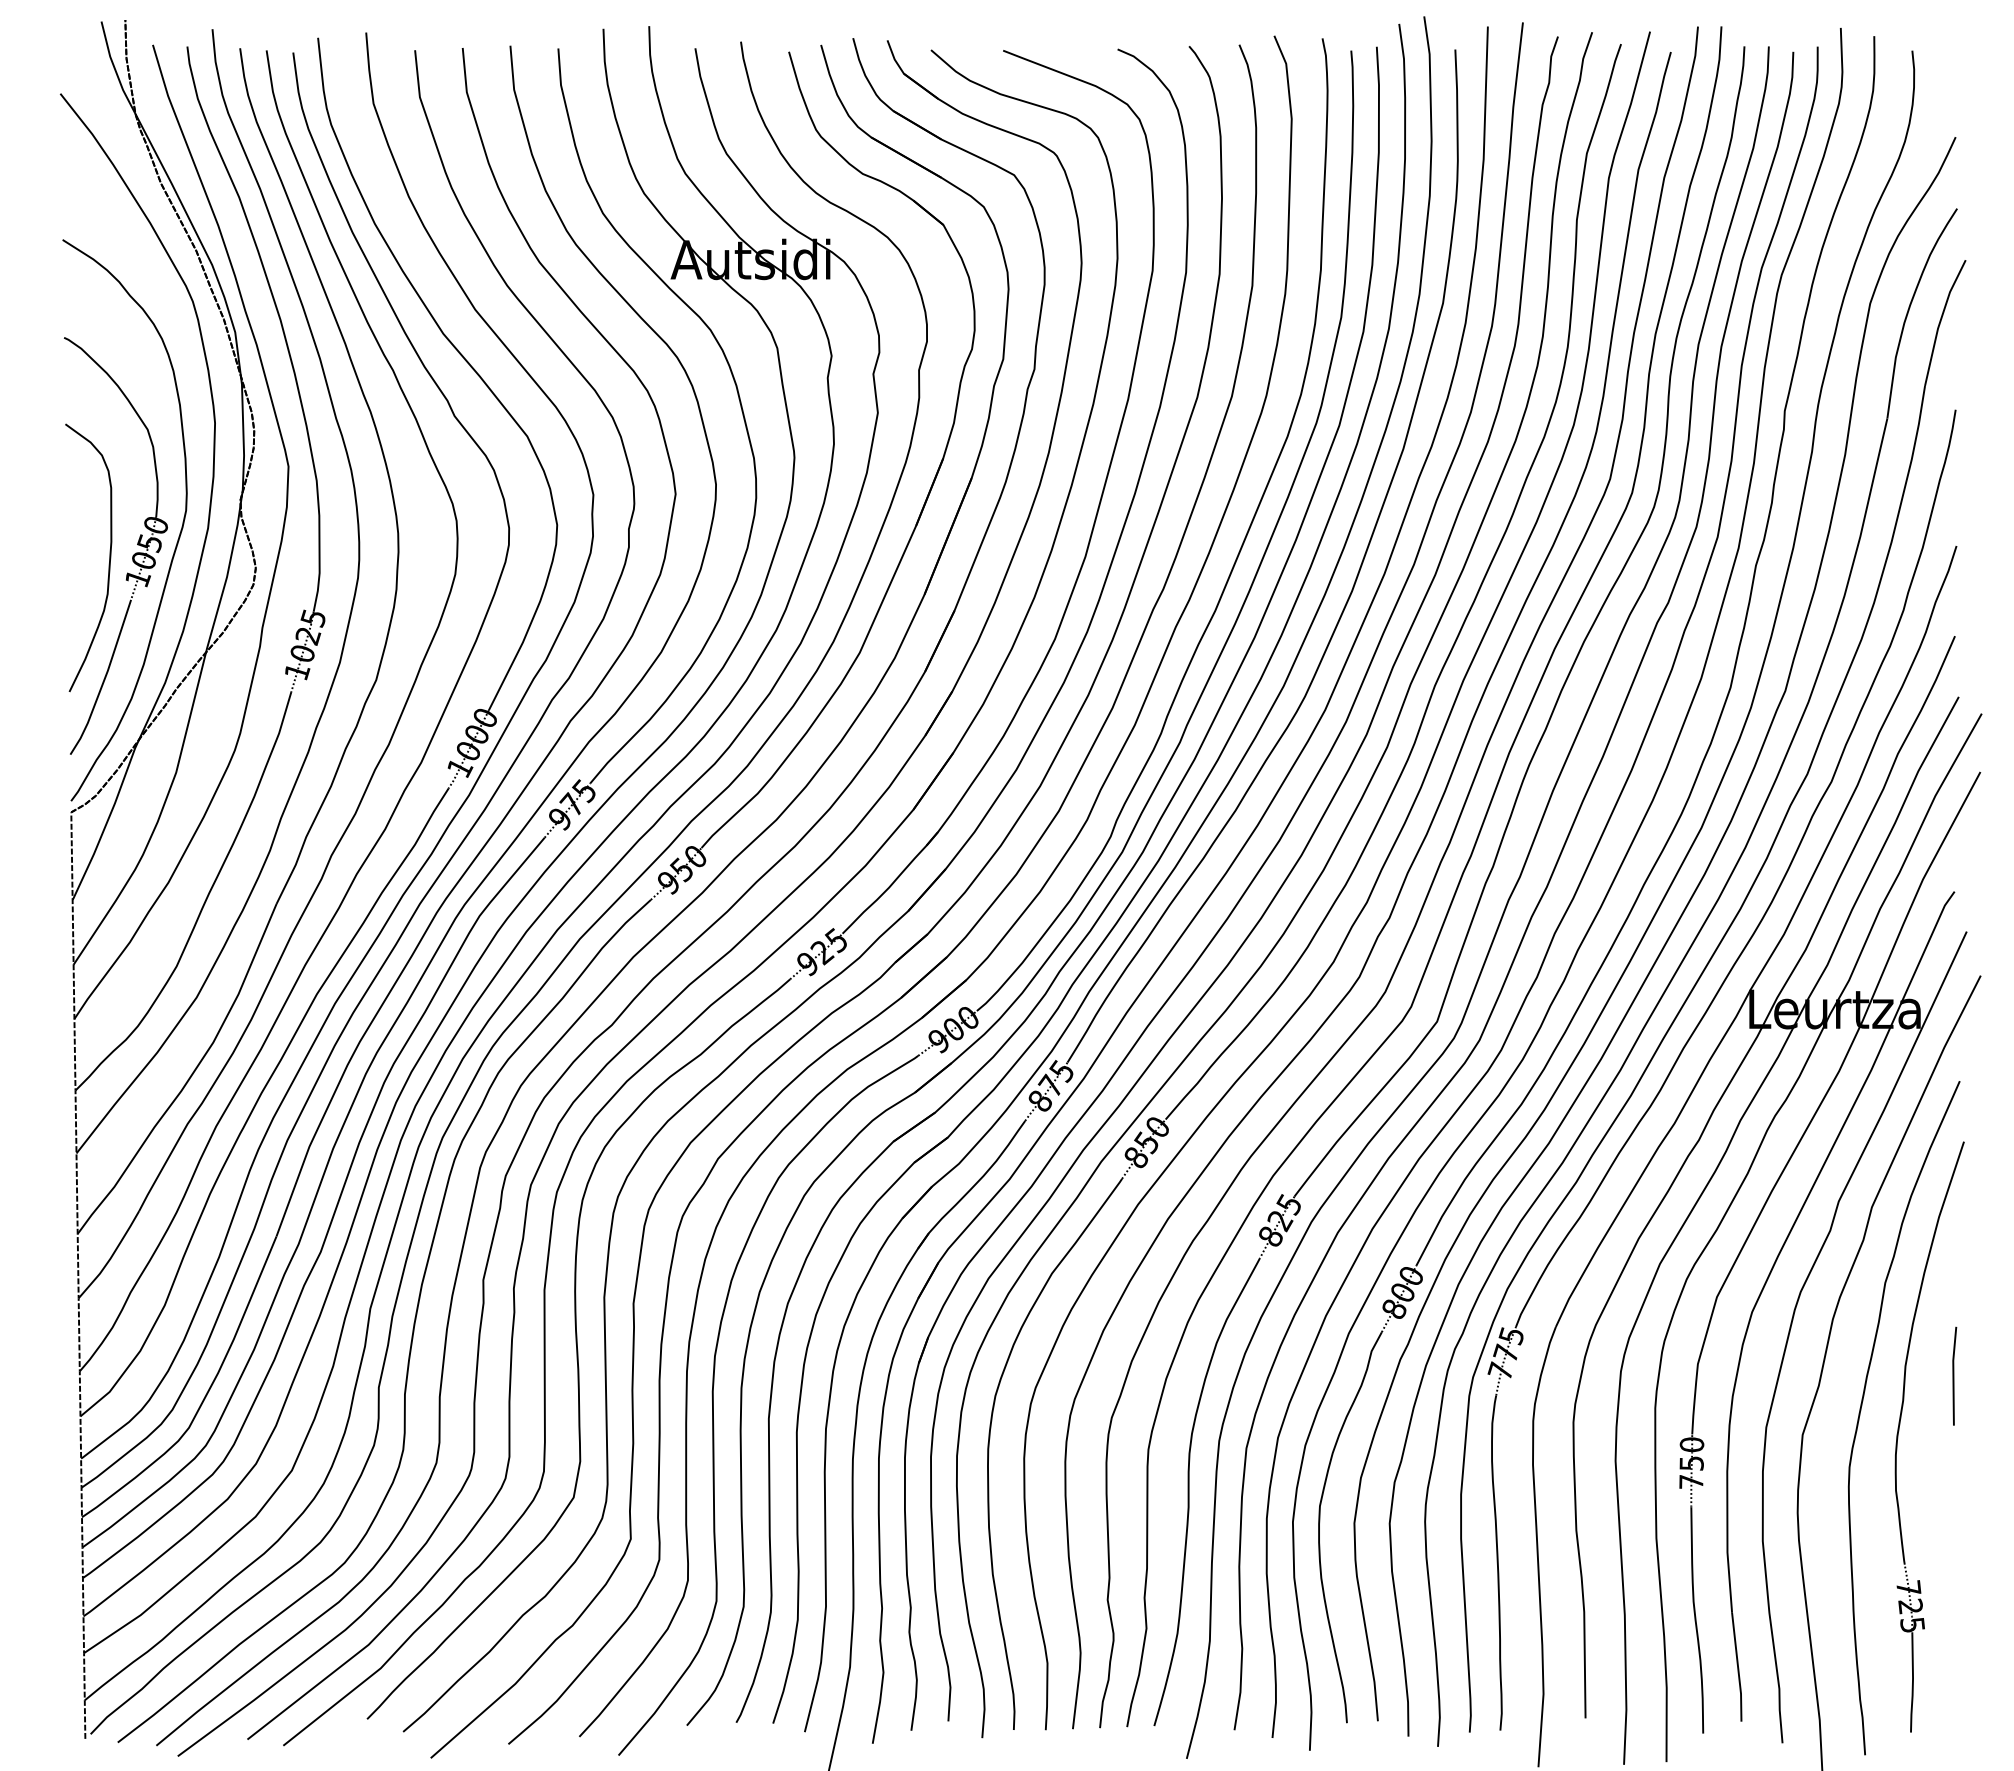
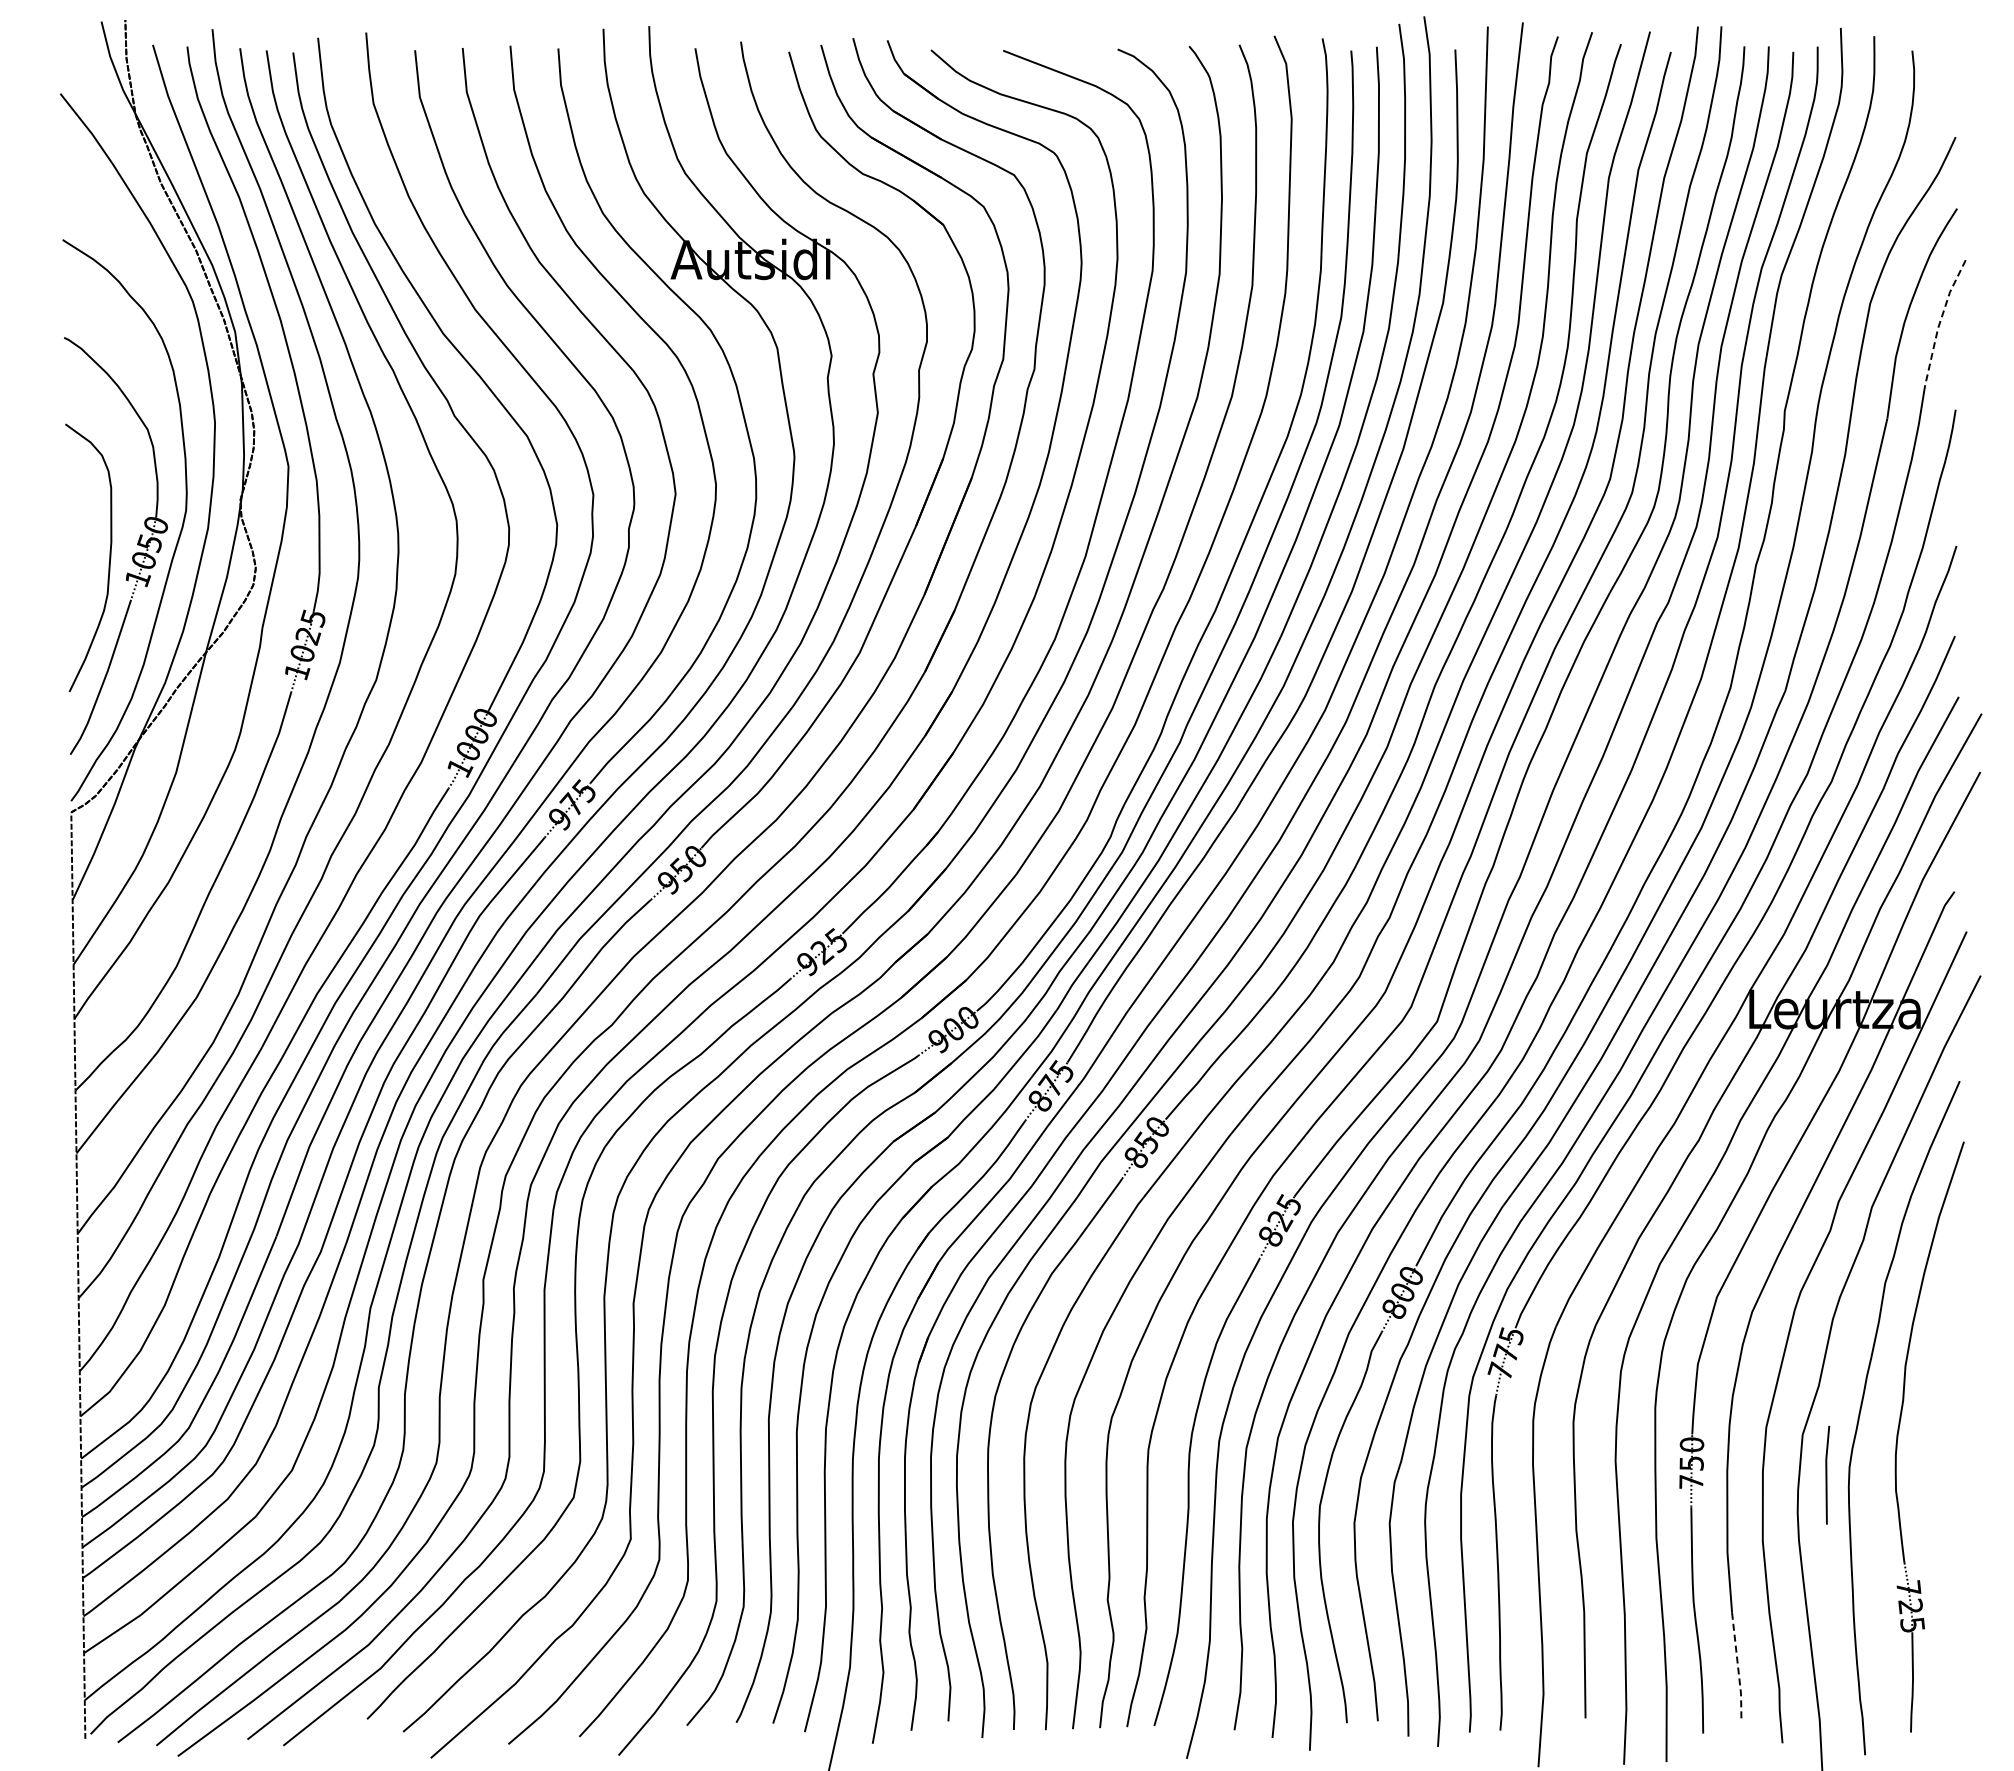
line at (1940, 321): solid -> dashed
line at (1954, 1375) position: (1954, 1375) -> (1827, 1474)
line at (1738, 1668): solid -> dashed
